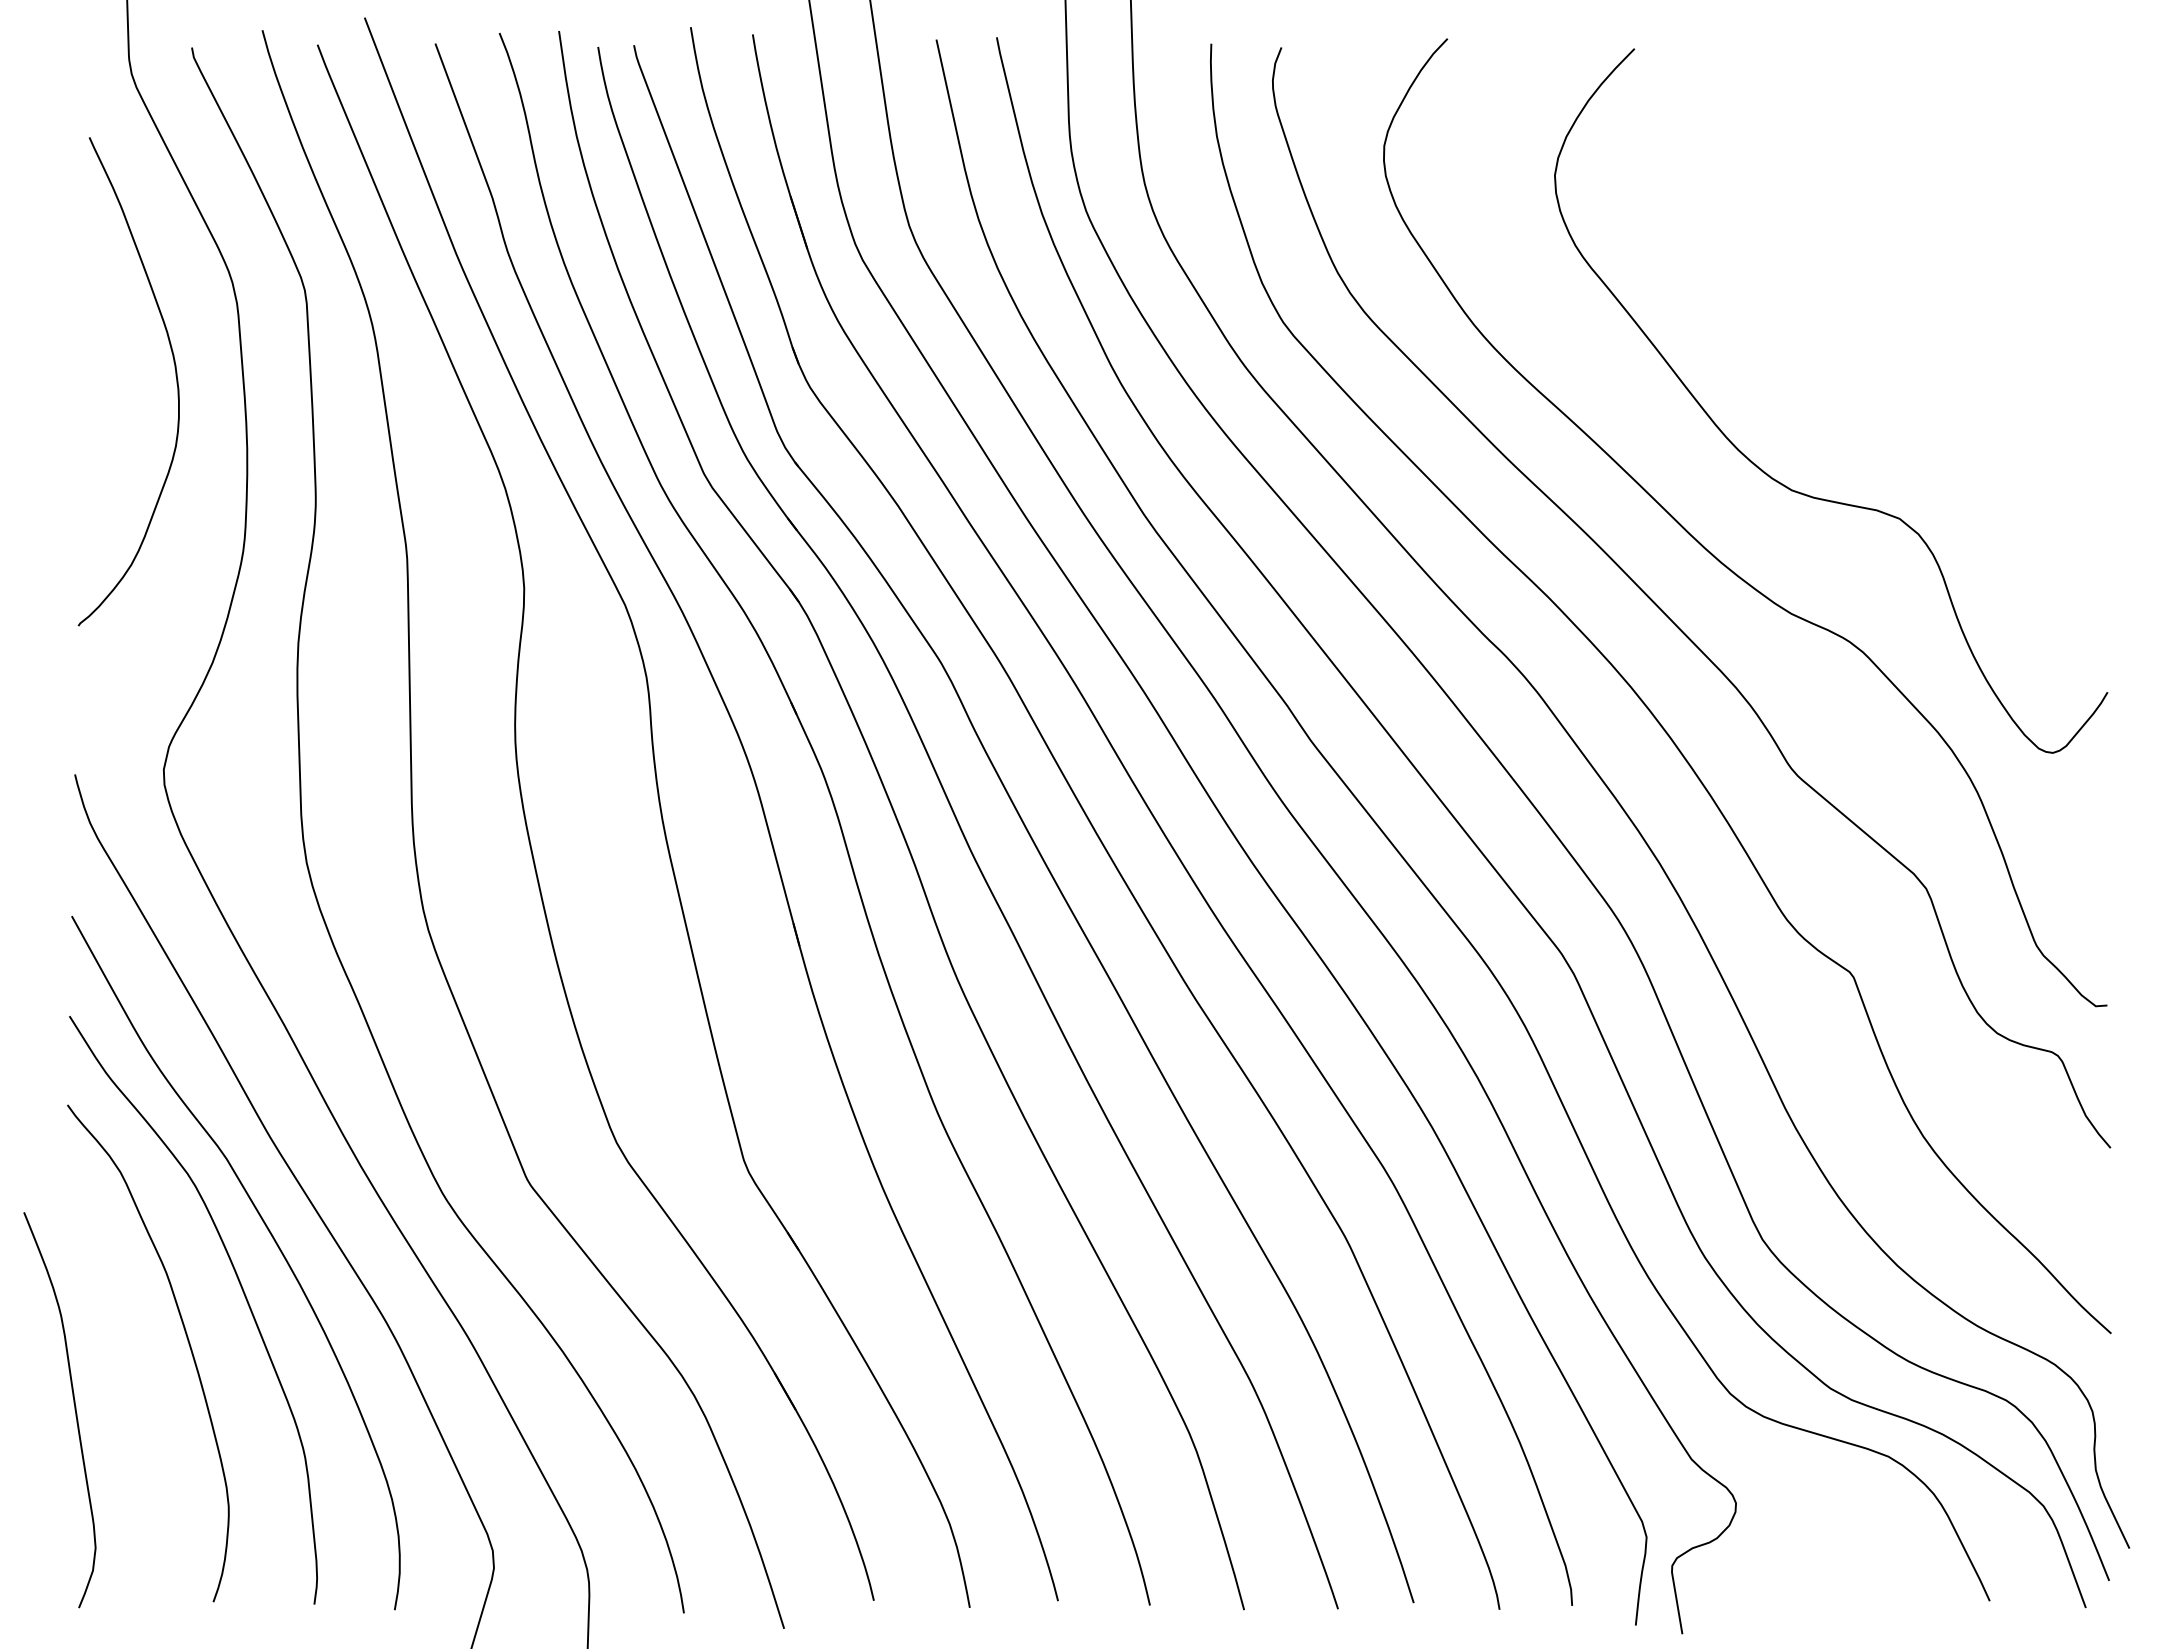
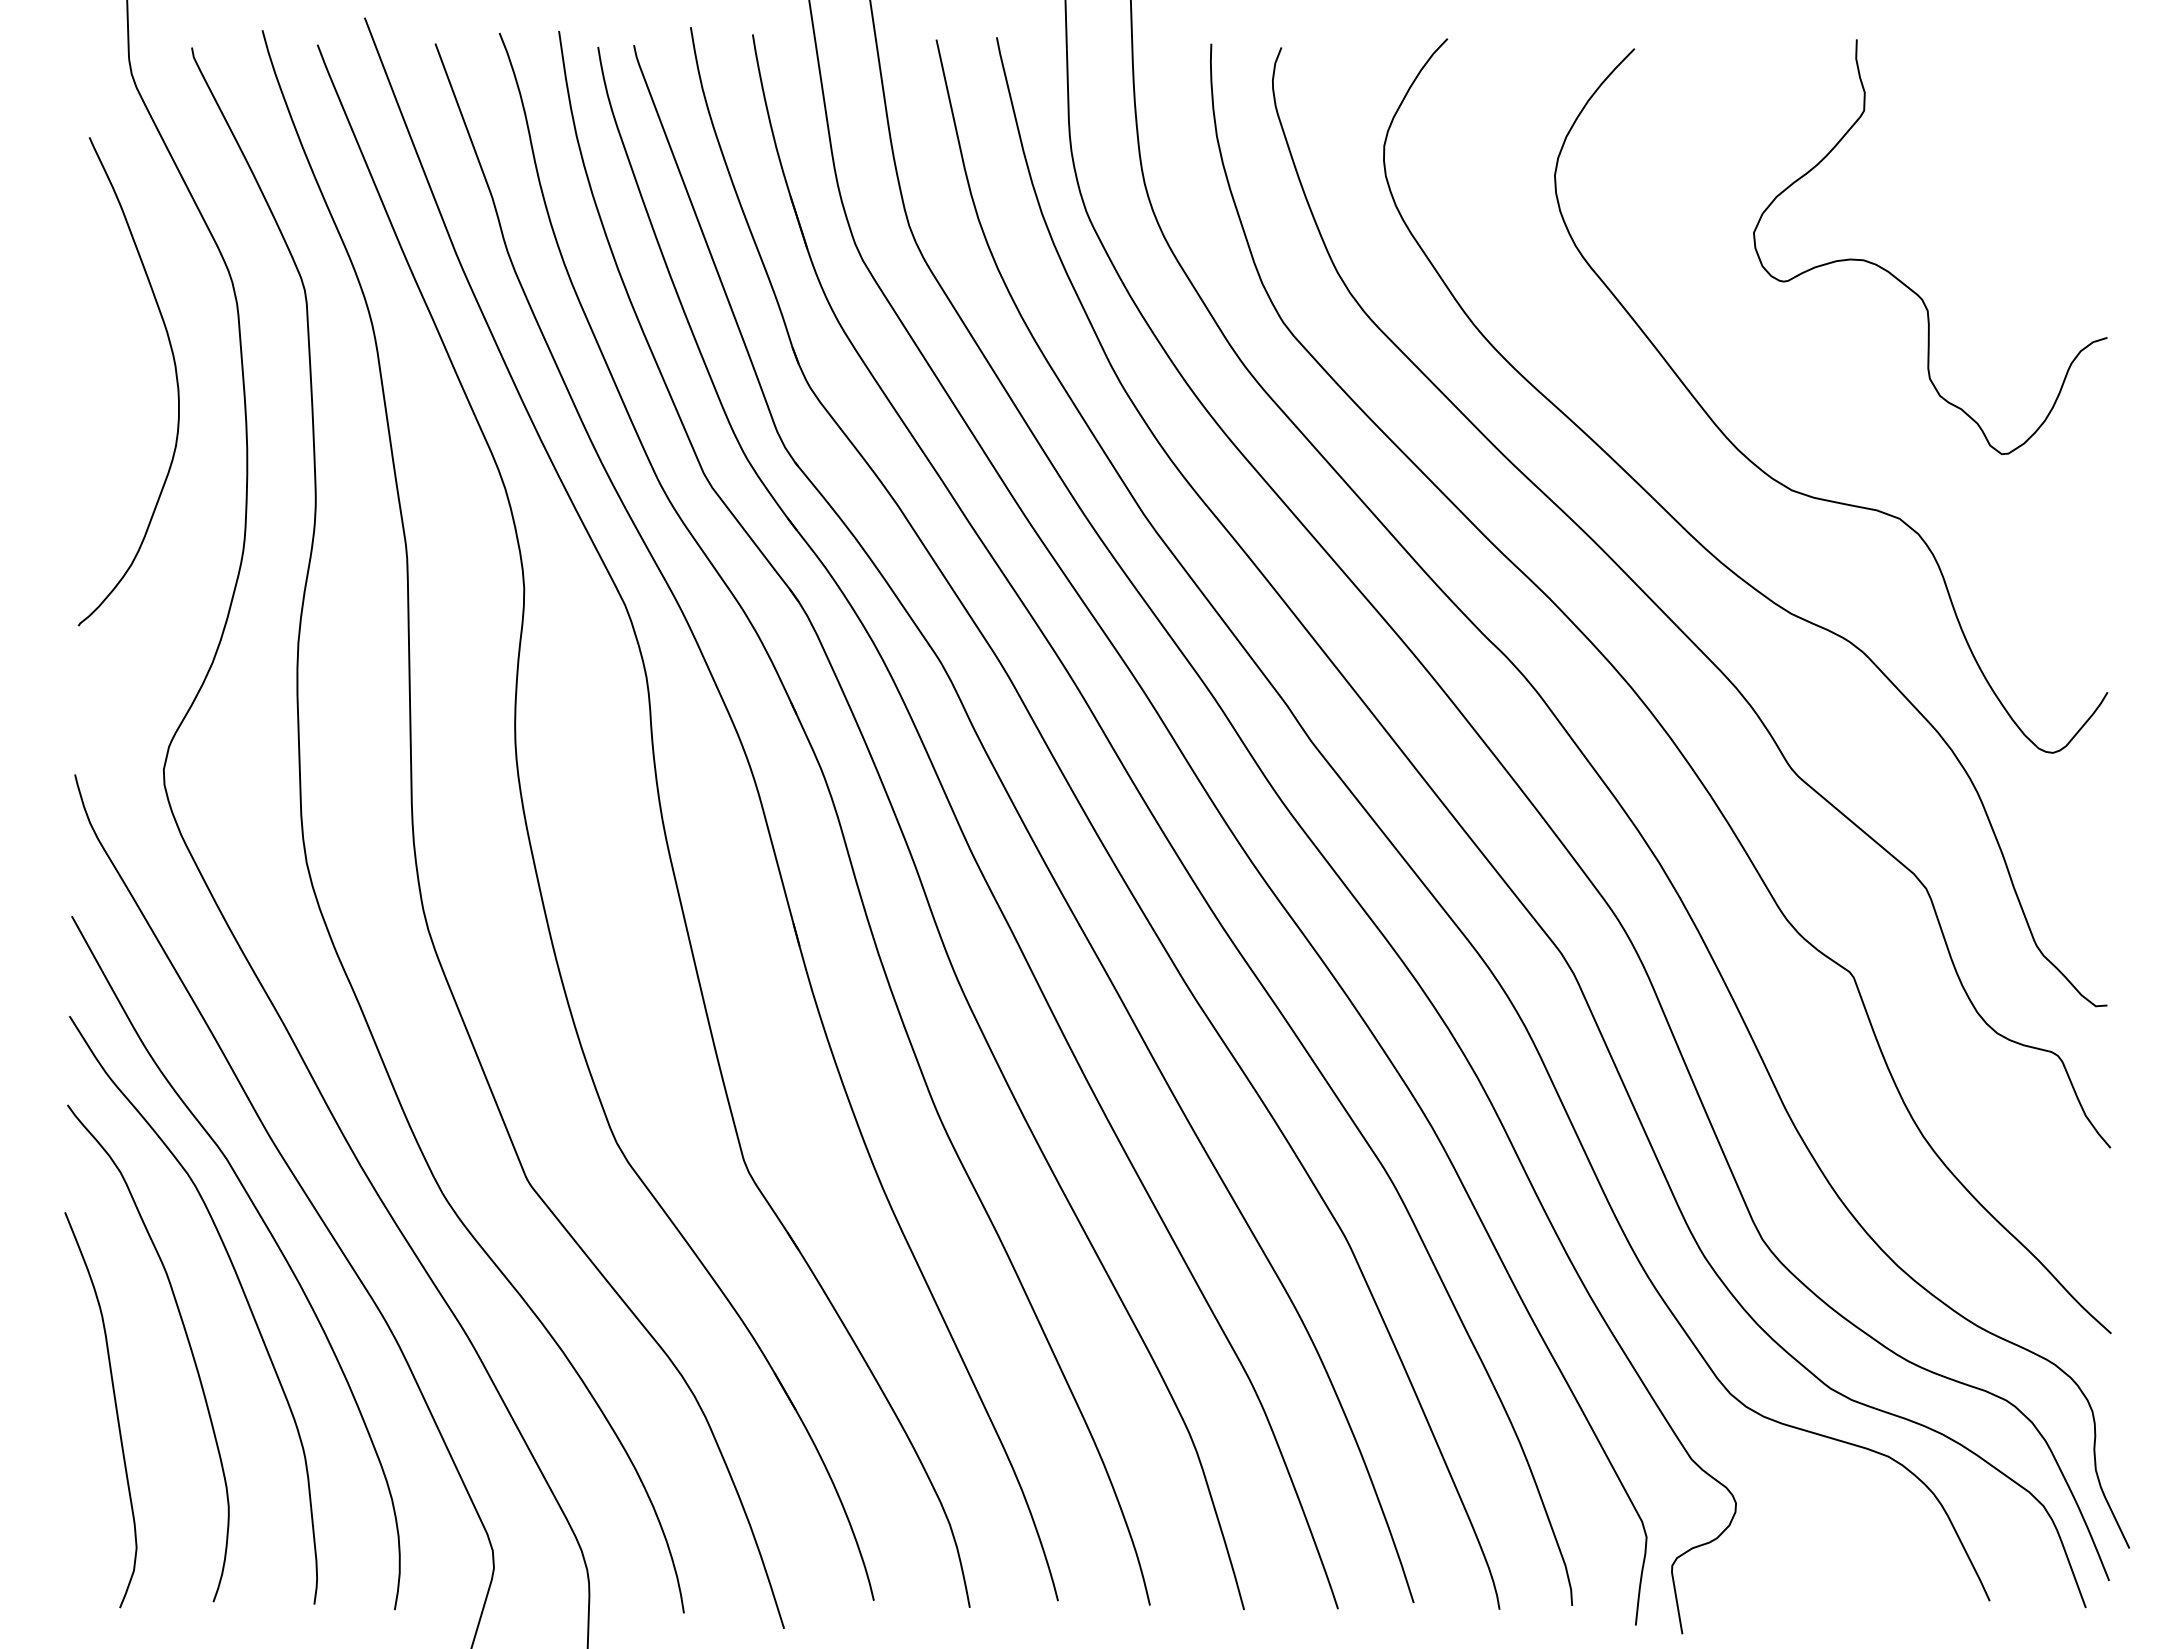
curve at (1902, 281): none -> present
curve at (74, 1410) position: (74, 1410) -> (115, 1410)
